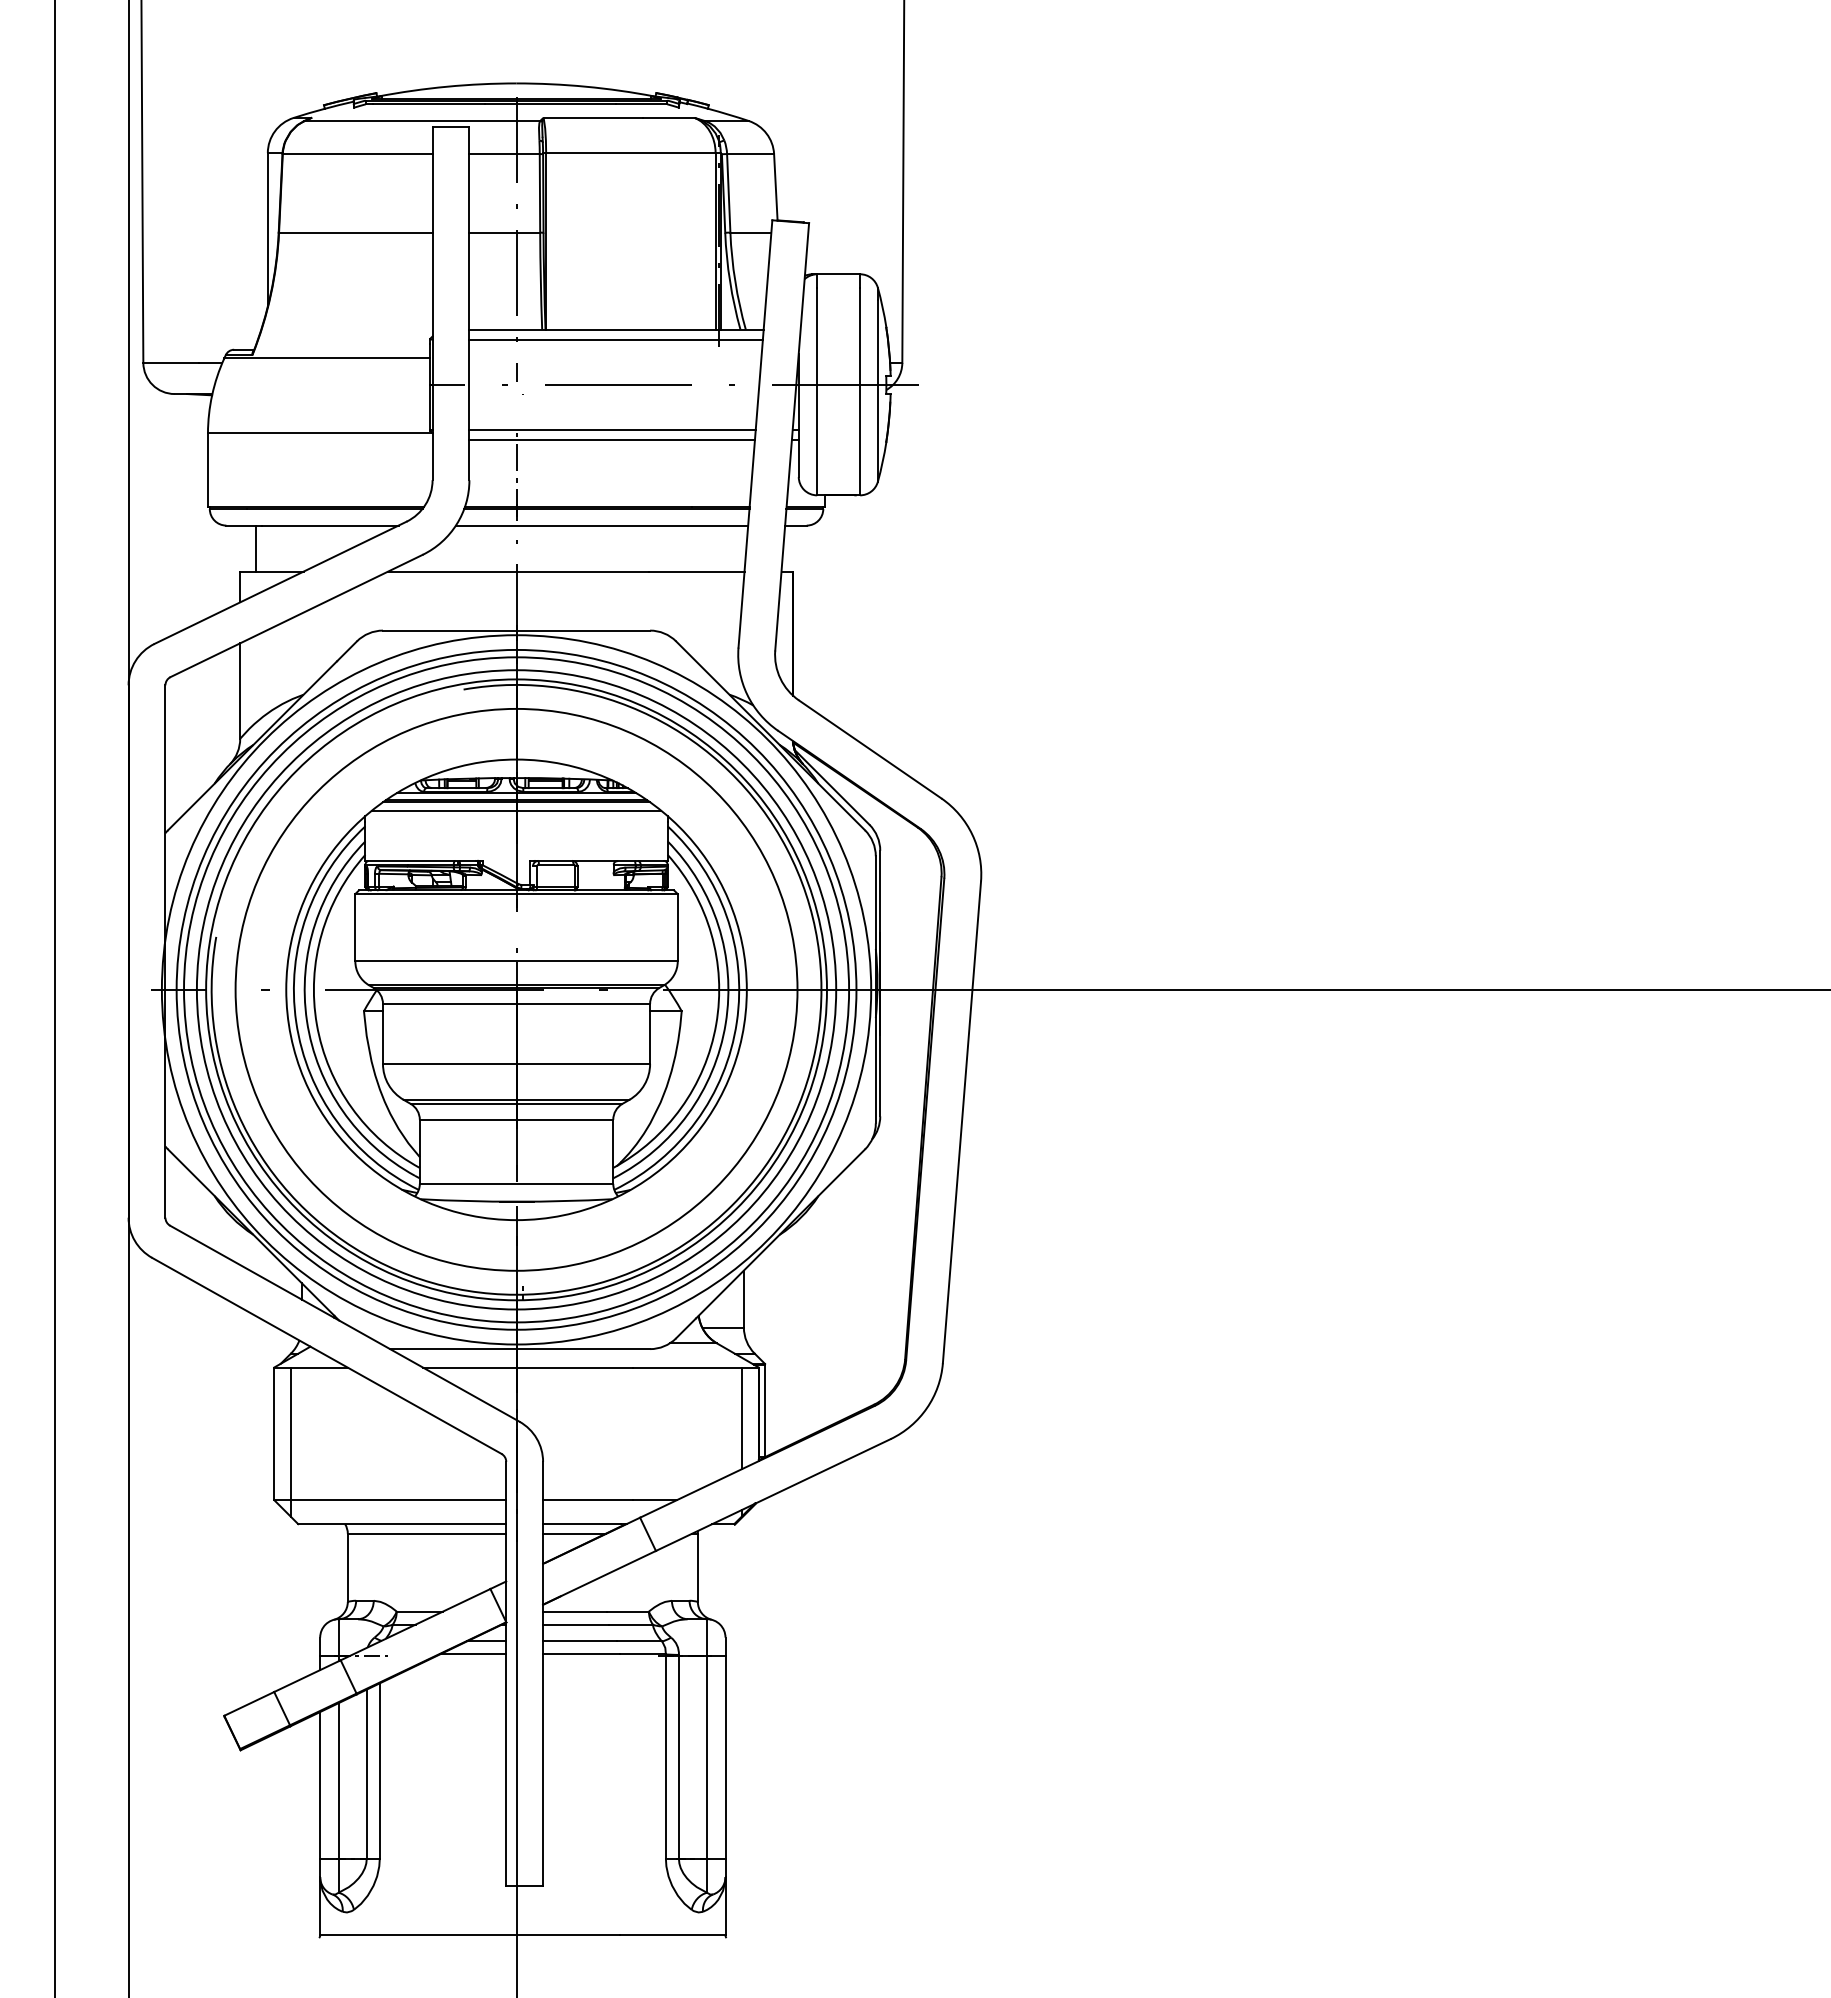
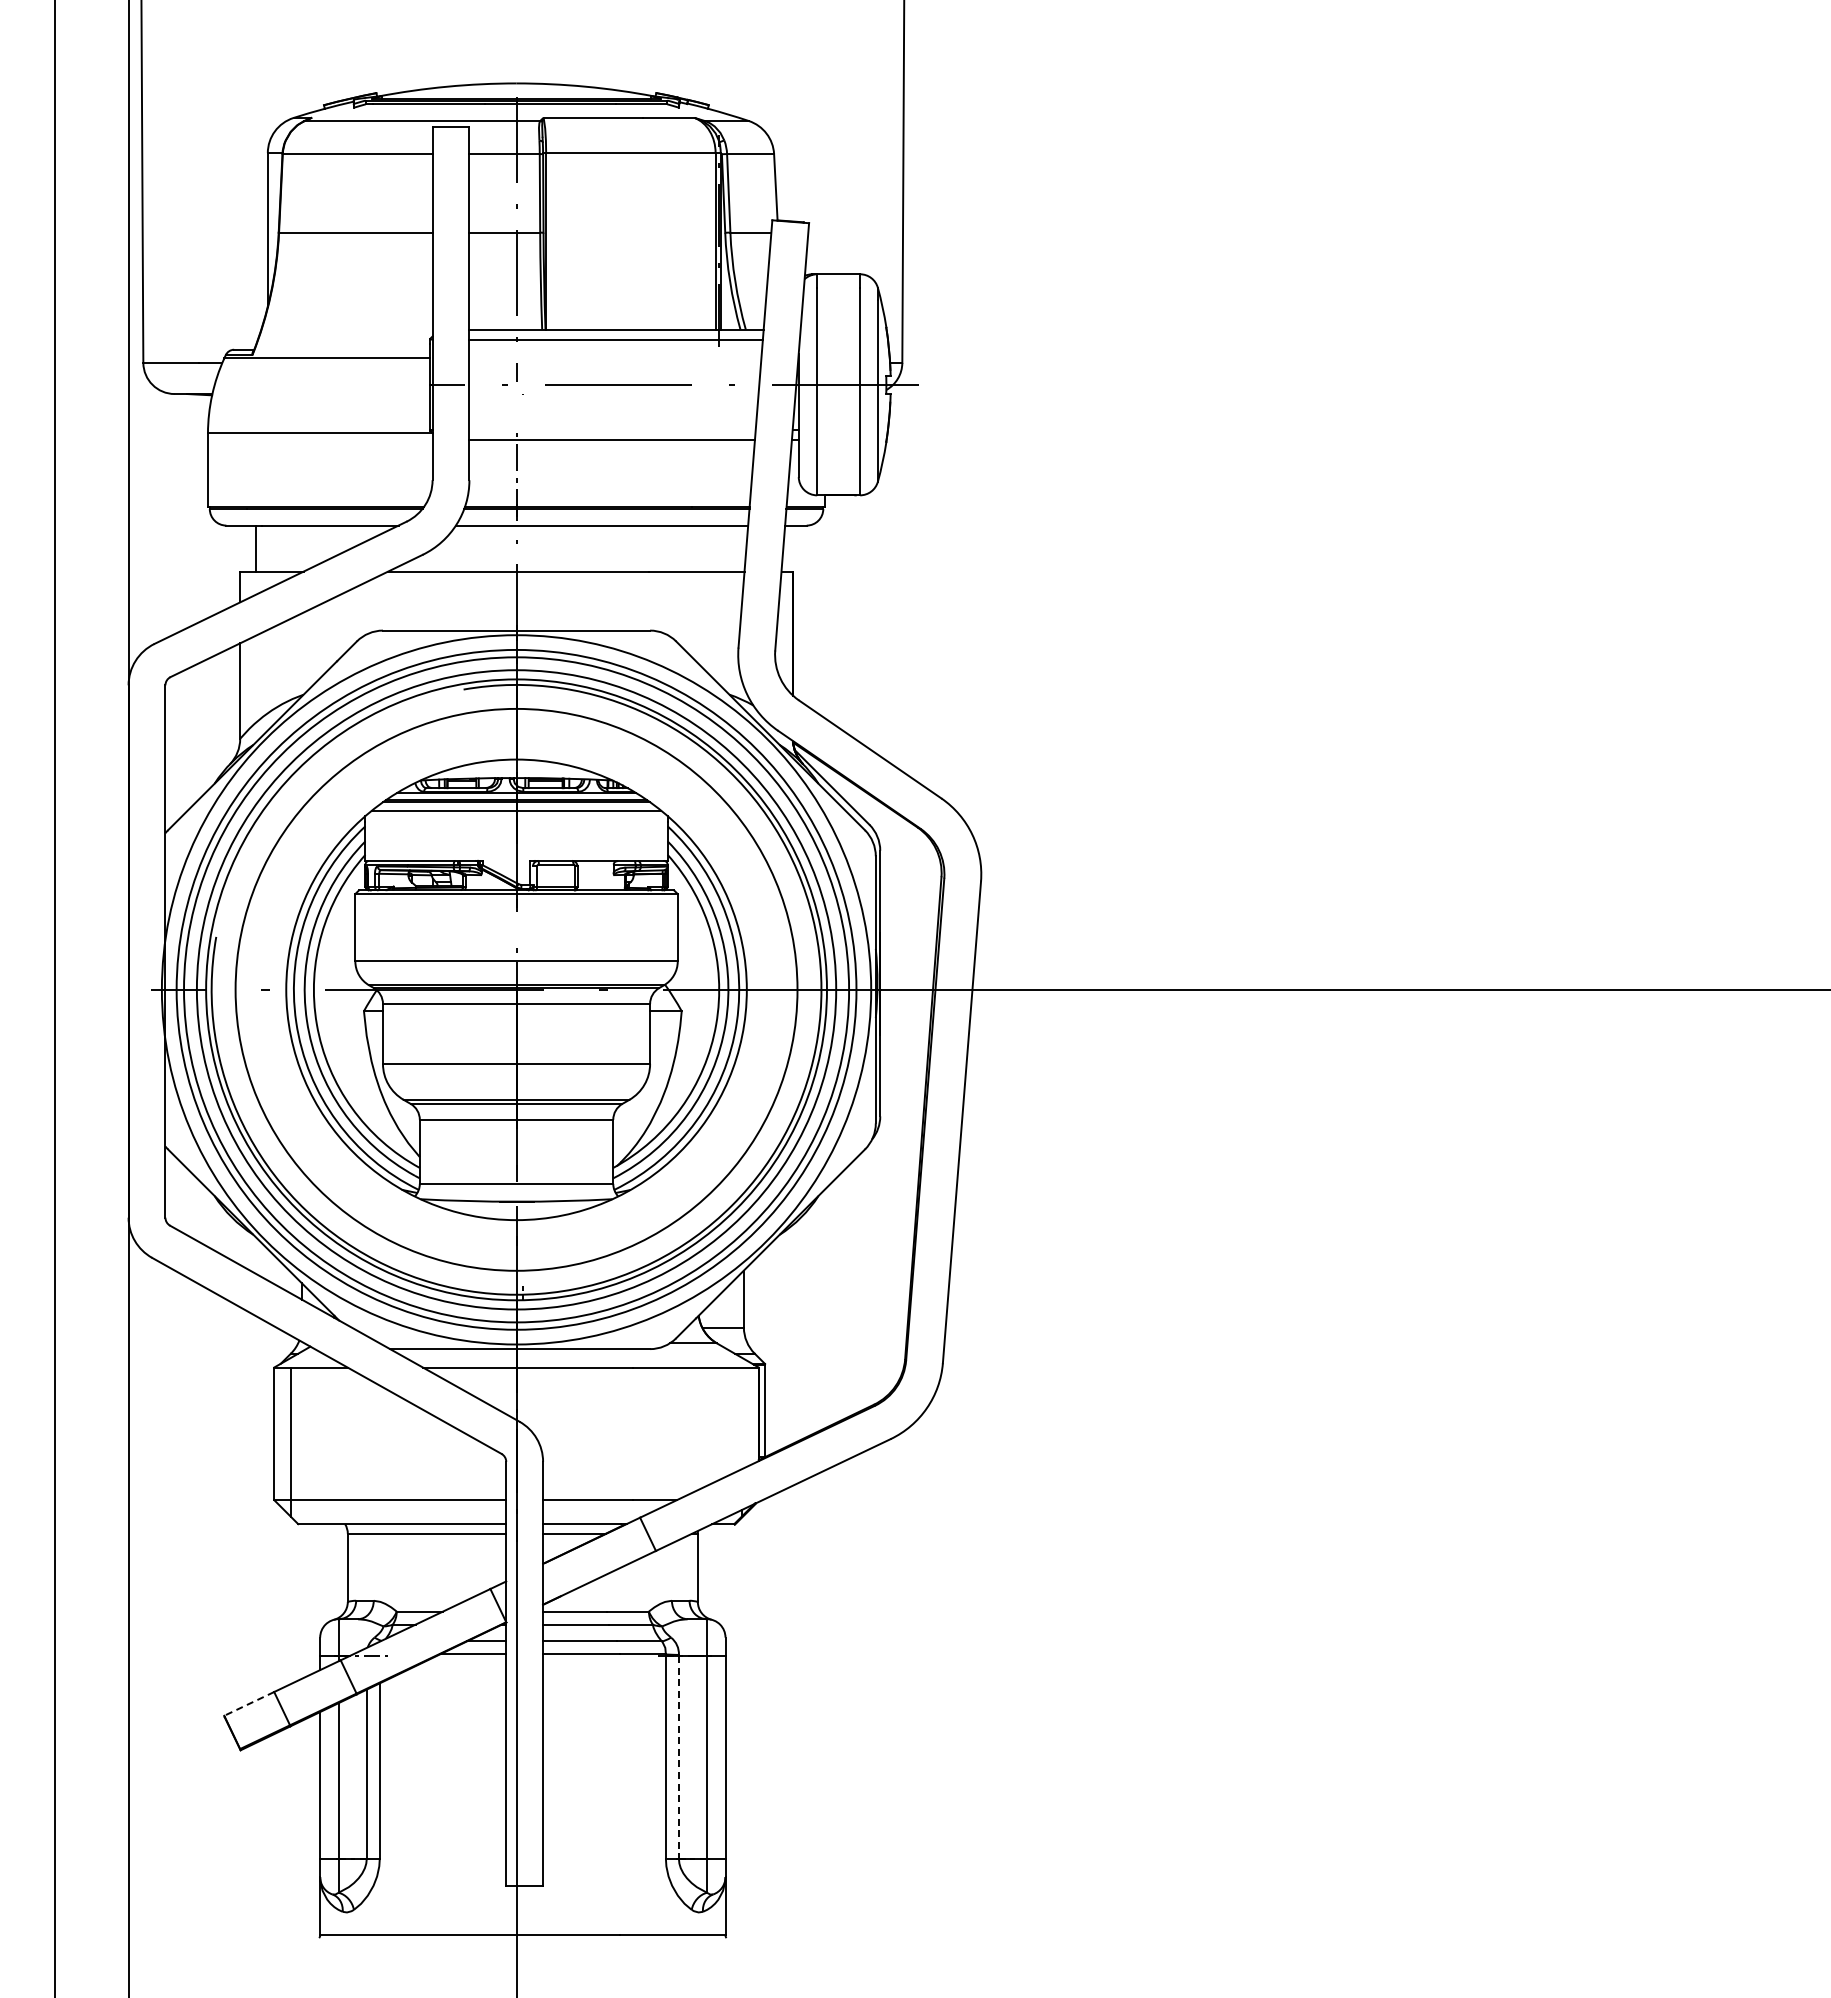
line at (612, 430): present -> none
line at (742, 1418): present -> none
line at (249, 1703): solid -> dashed
line at (678, 1757): solid -> dashed
